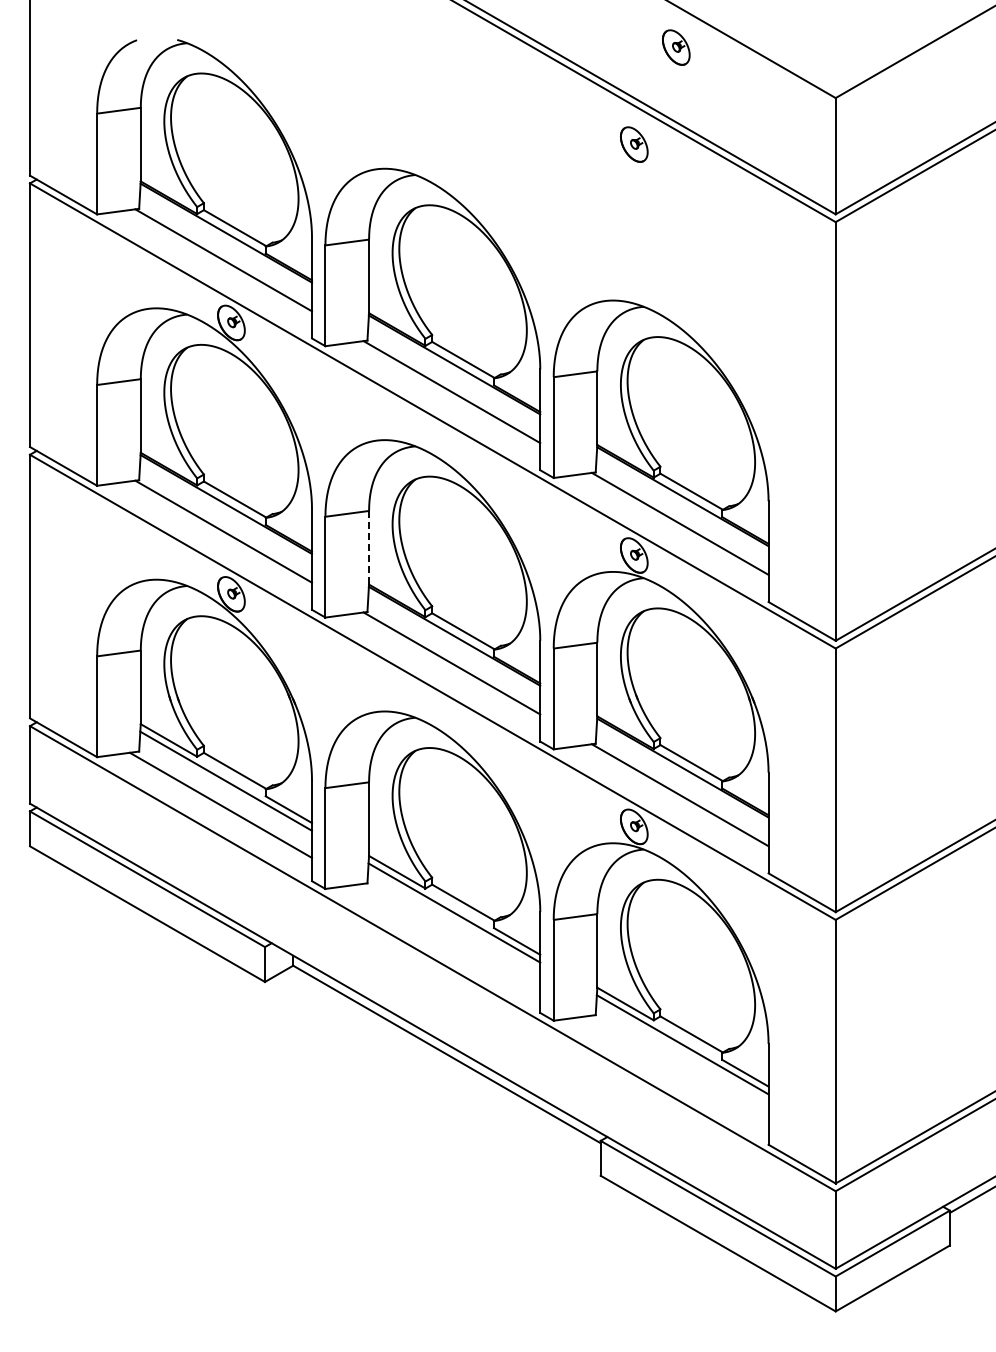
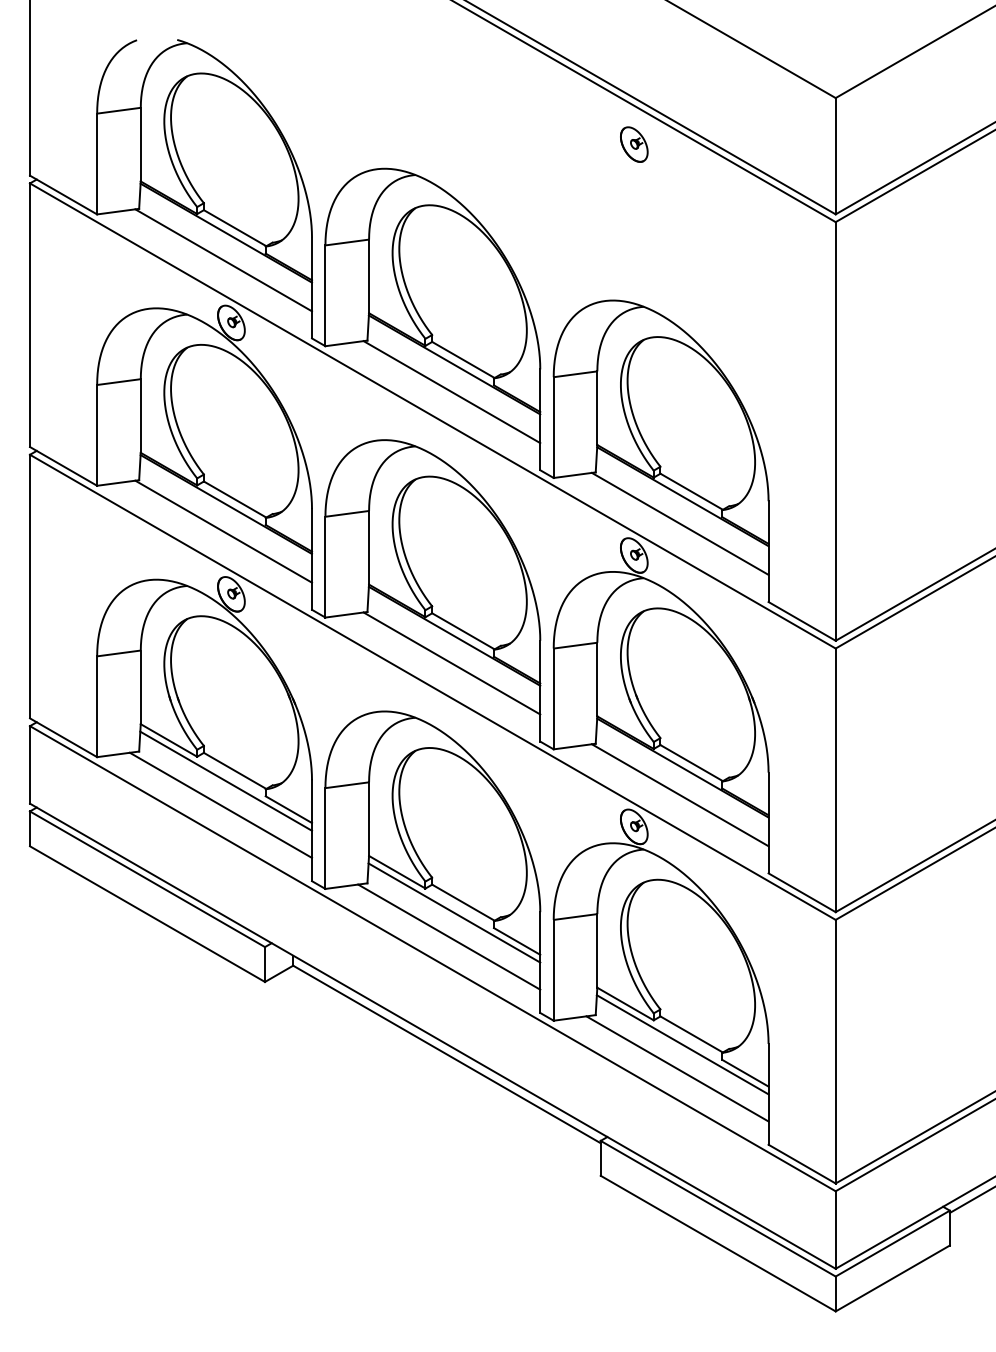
part at (676, 47): present -> none
line at (369, 547): dashed -> solid
line at (449, 936): none -> present
line at (677, 1068): none -> present
